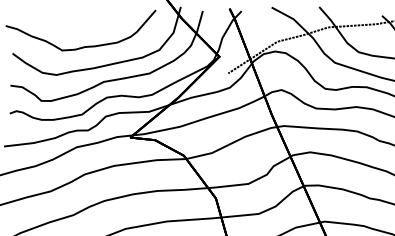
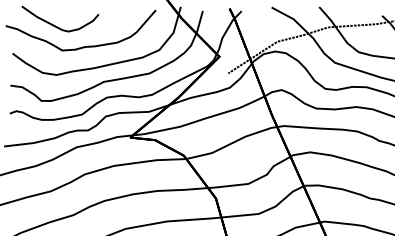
curve at (57, 26): none -> present
